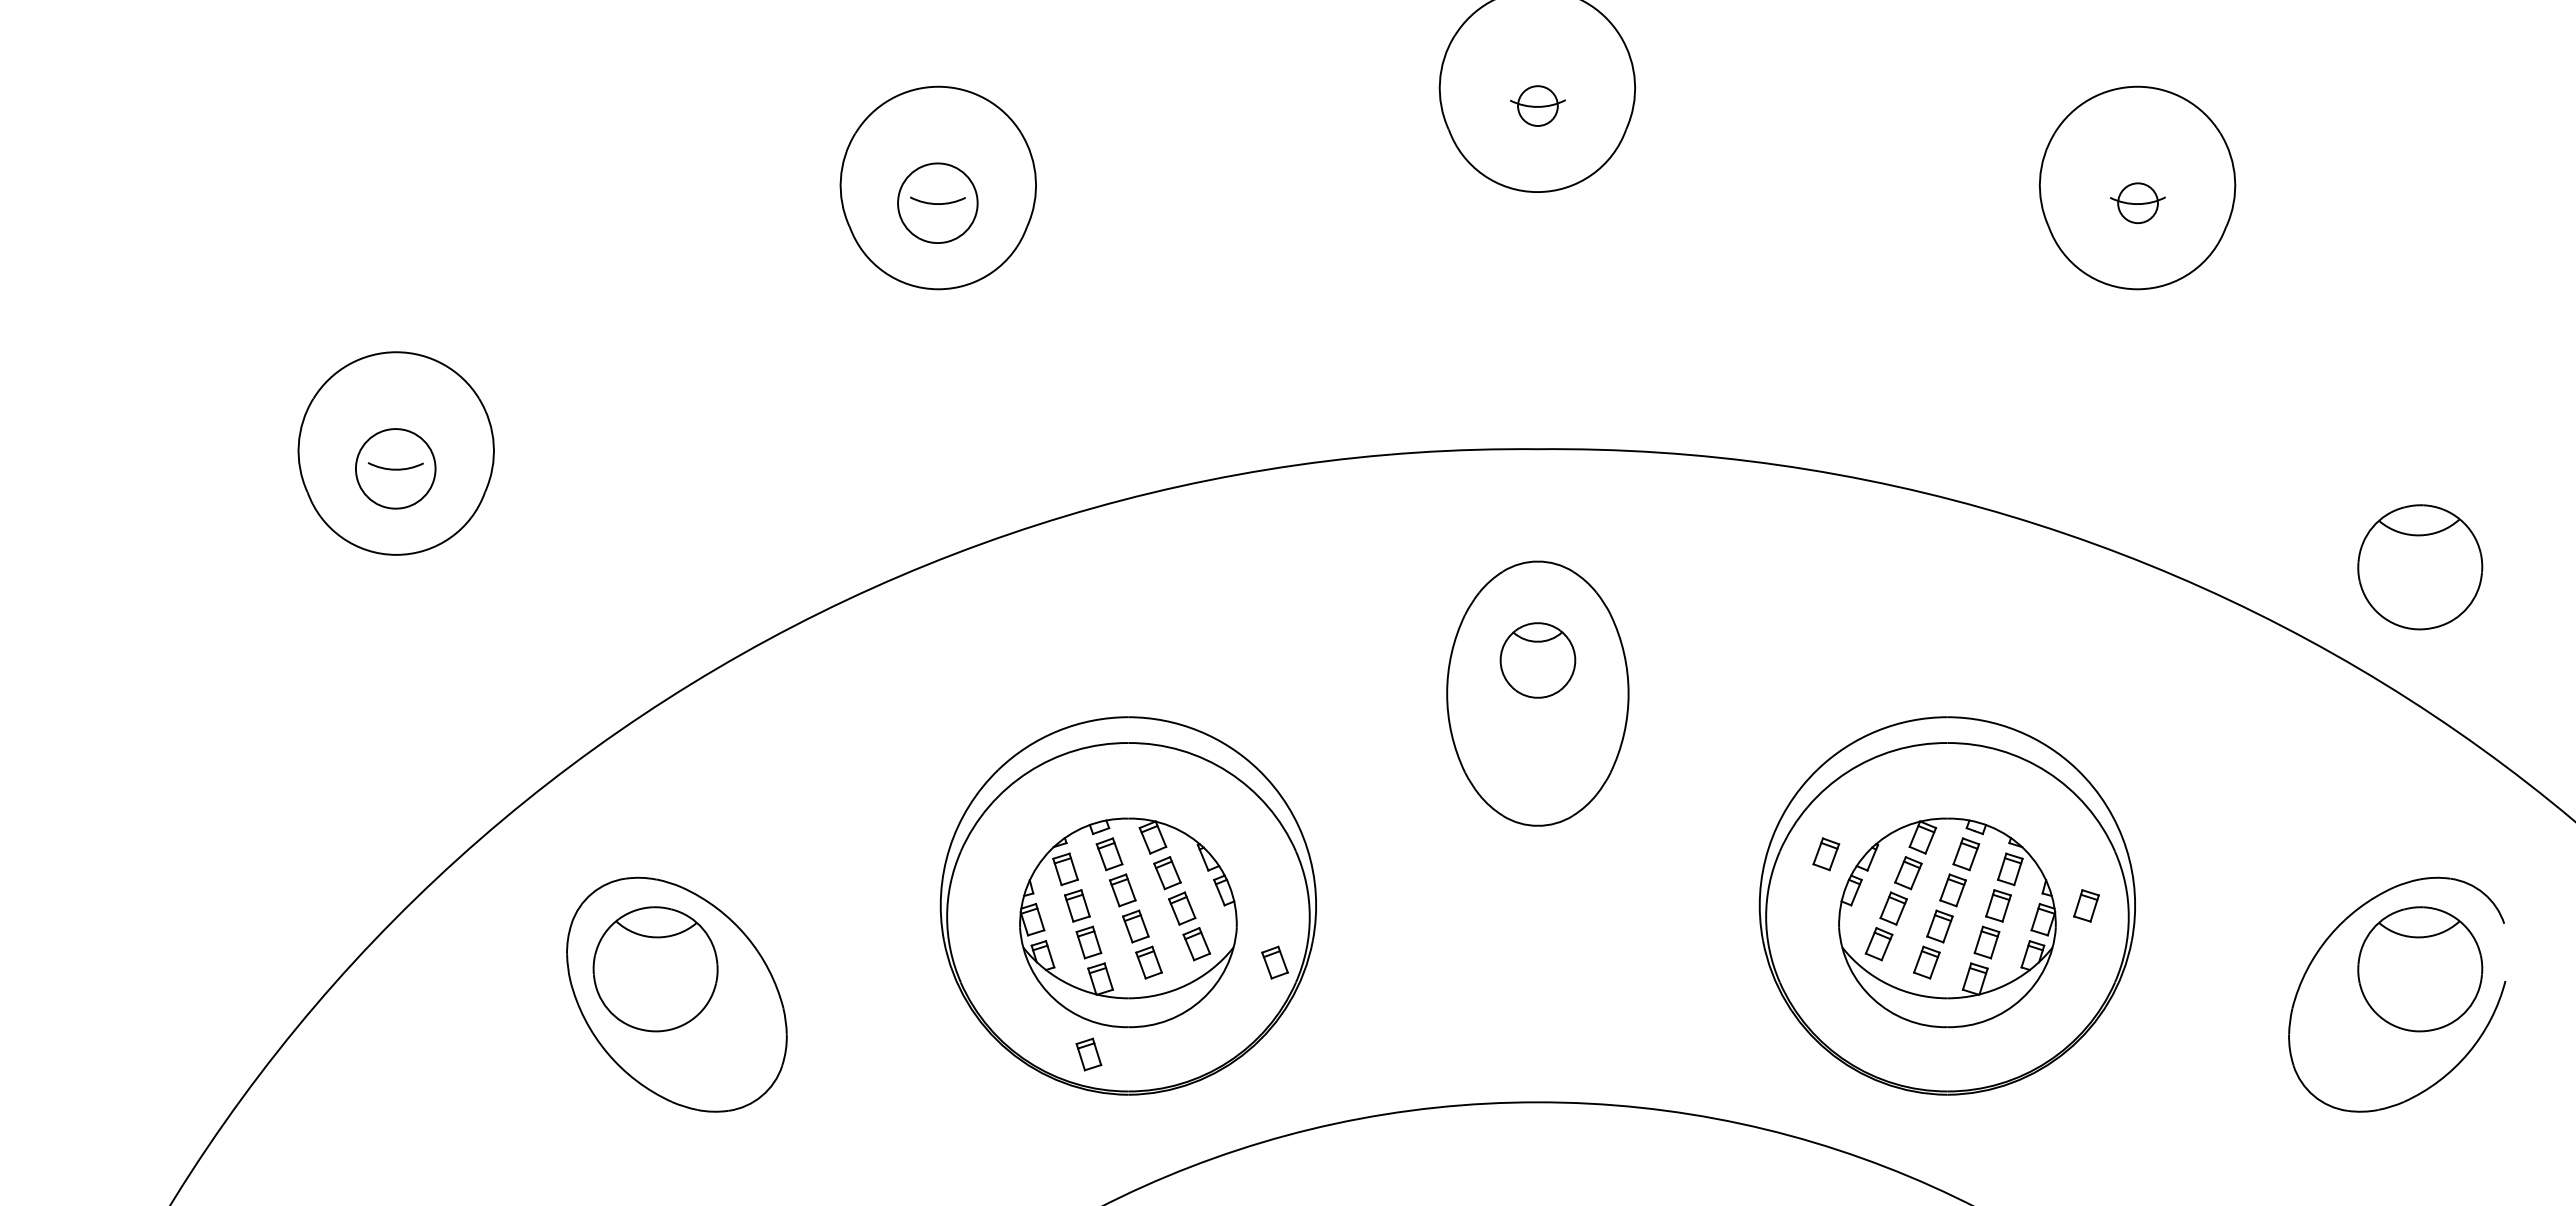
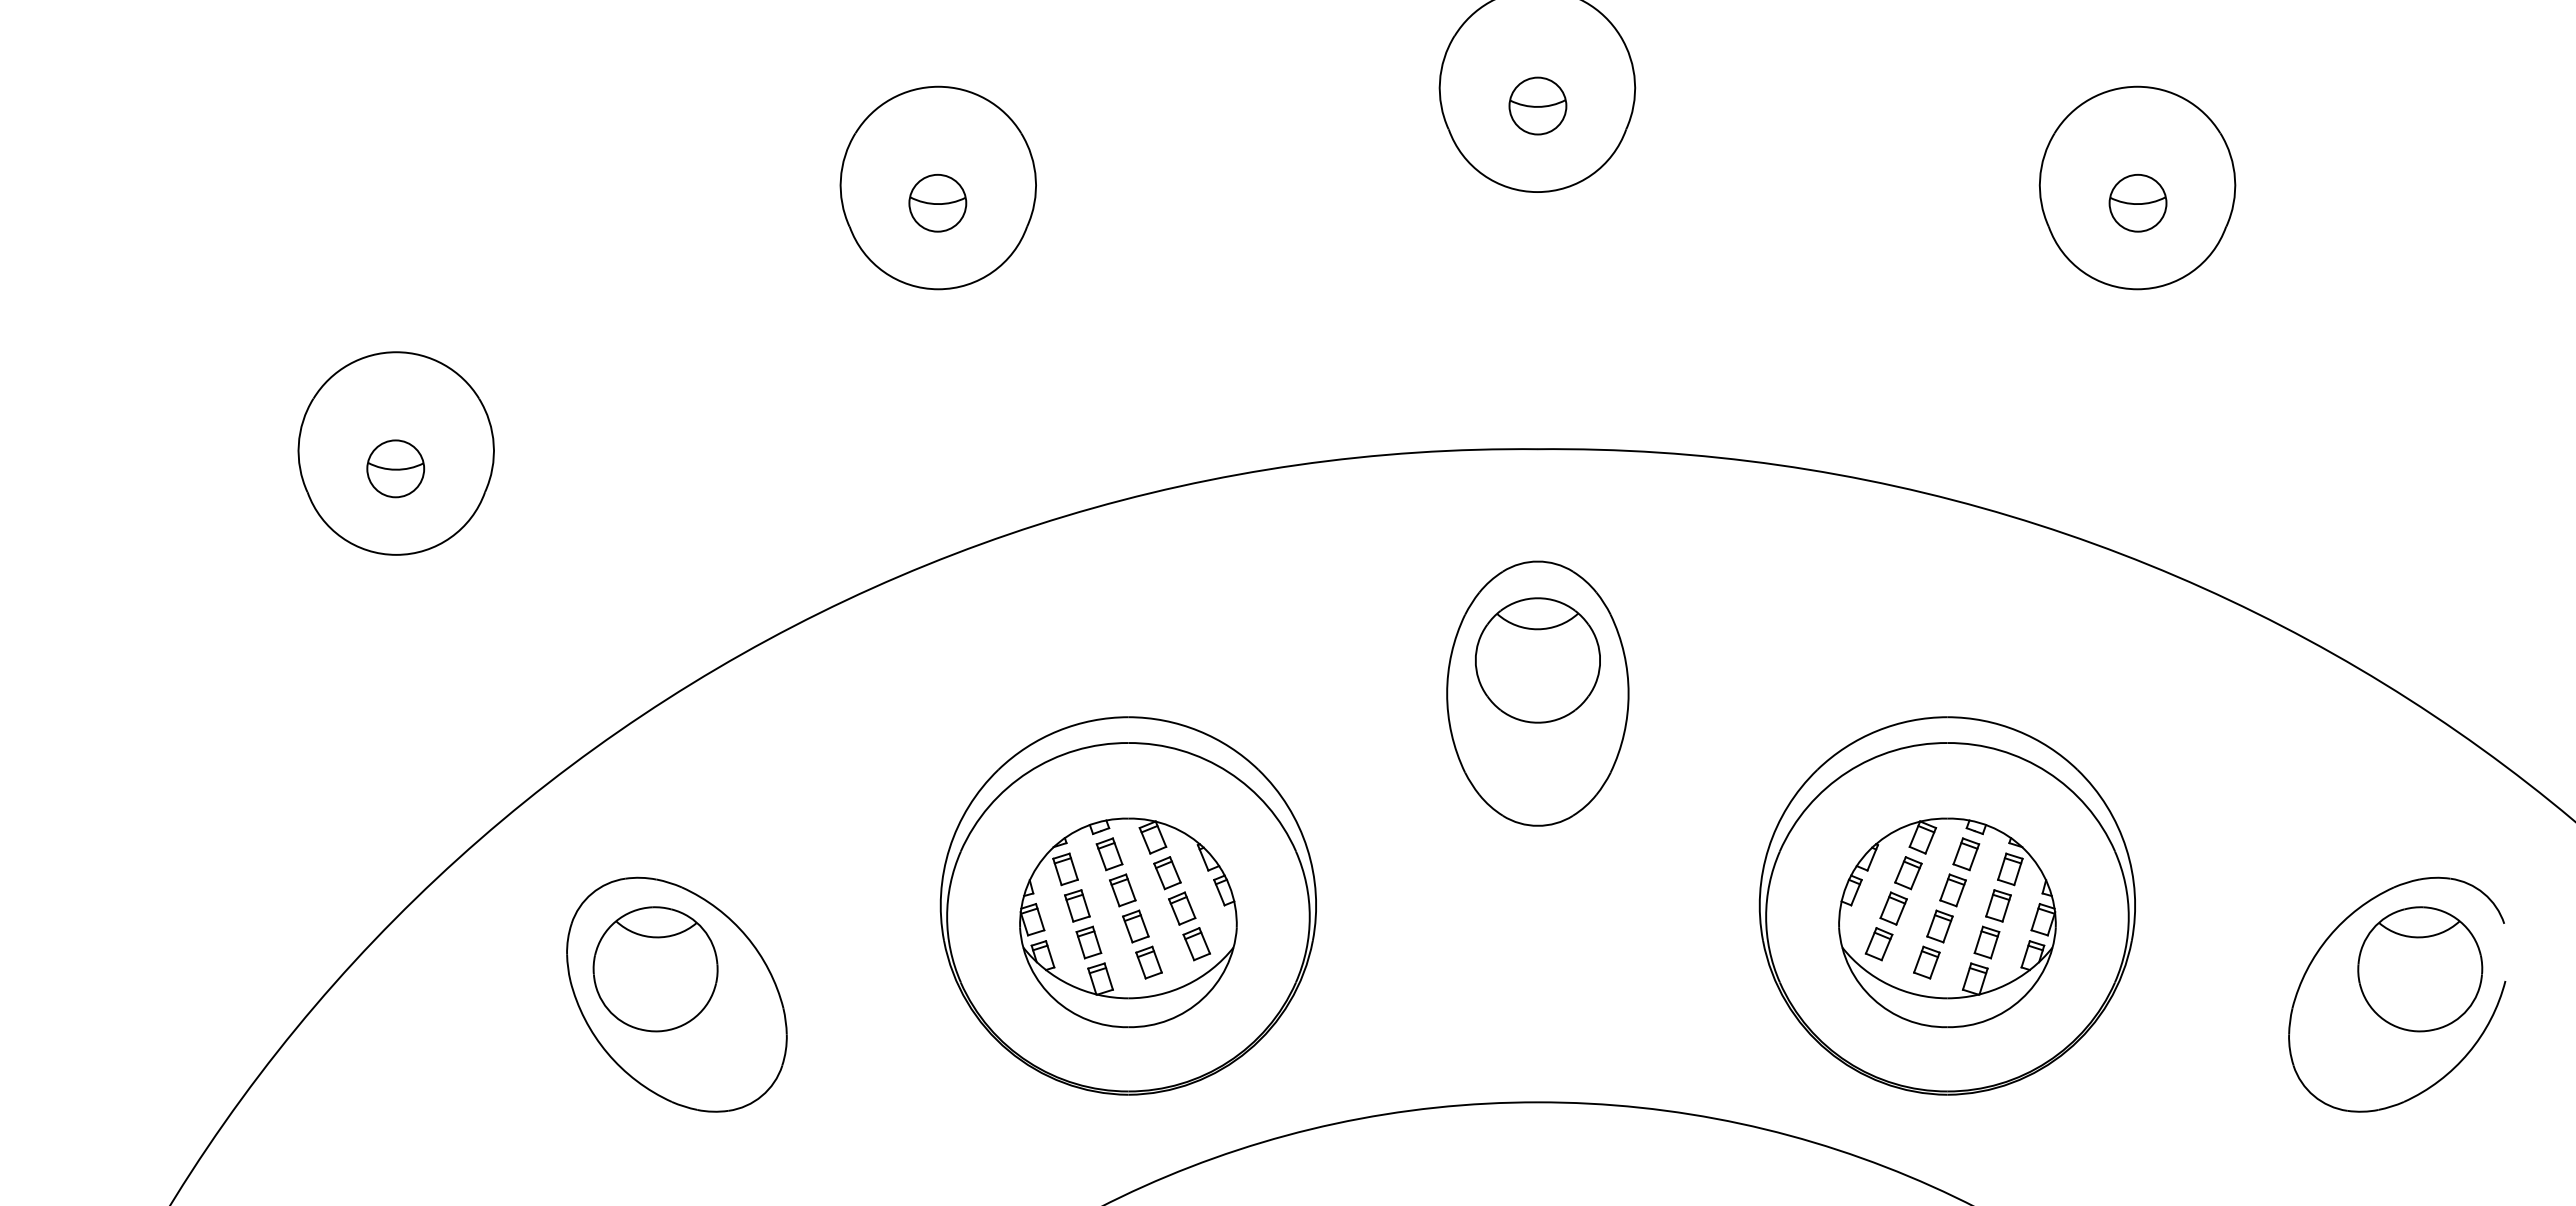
circle at (1537, 105) diameter: 40 px -> 57 px
circle at (937, 203) diameter: 80 px -> 57 px
circle at (2137, 203) diameter: 40 px -> 57 px
circle at (395, 468) diameter: 80 px -> 57 px
part at (2420, 567): present -> none
part at (1537, 660) size: 78x77 px -> 126x127 px
part at (1826, 854): present -> none
part at (2086, 905): present -> none
part at (1274, 962): present -> none
part at (1088, 1054): present -> none
